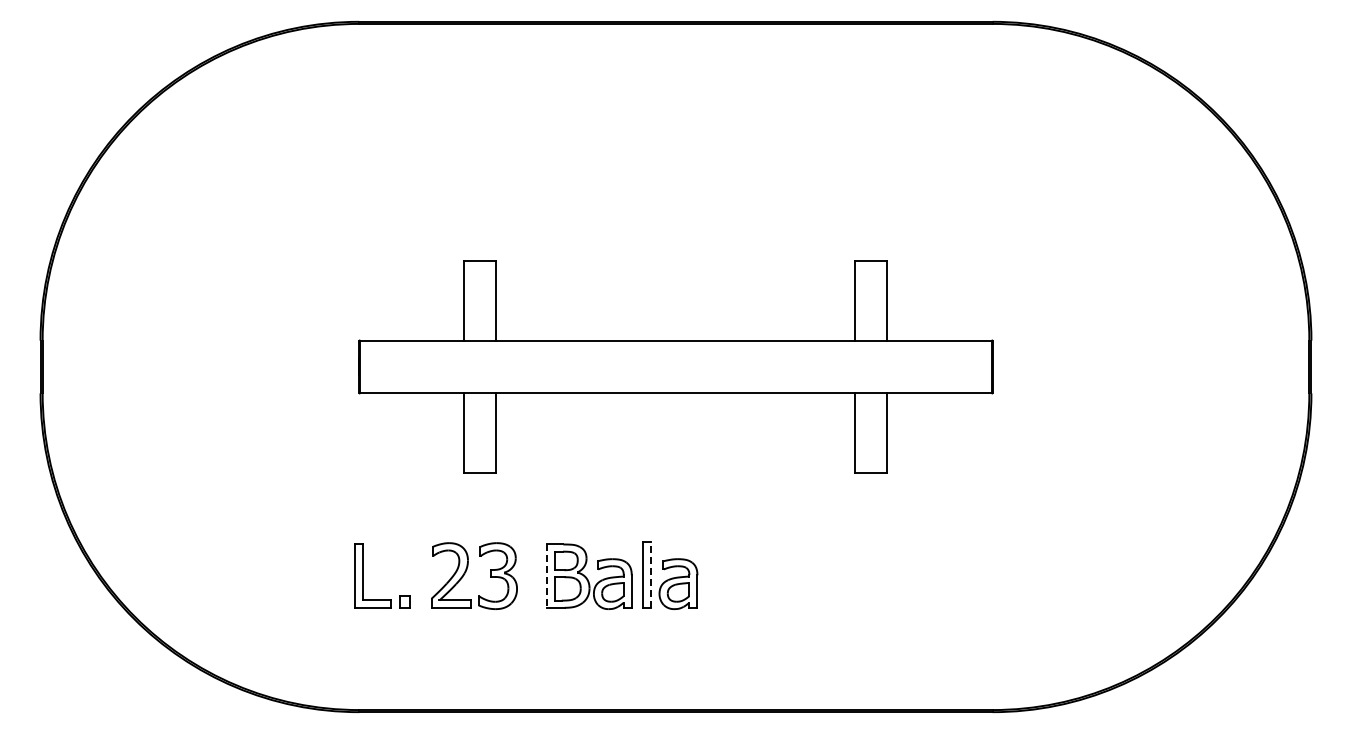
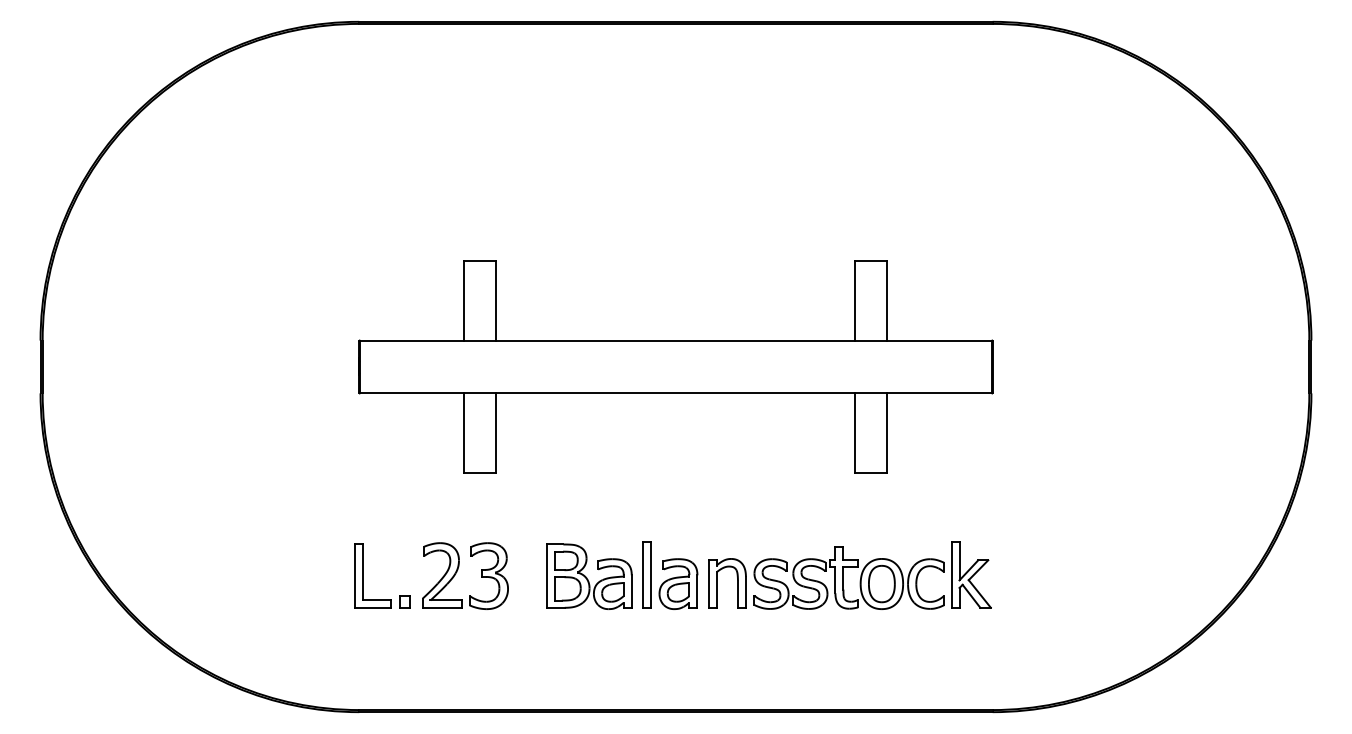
part at (466, 572) position: (466, 572) -> (457, 572)
line at (651, 574): dashed -> solid
part at (849, 575): none -> present
line at (546, 576): dashed -> solid
